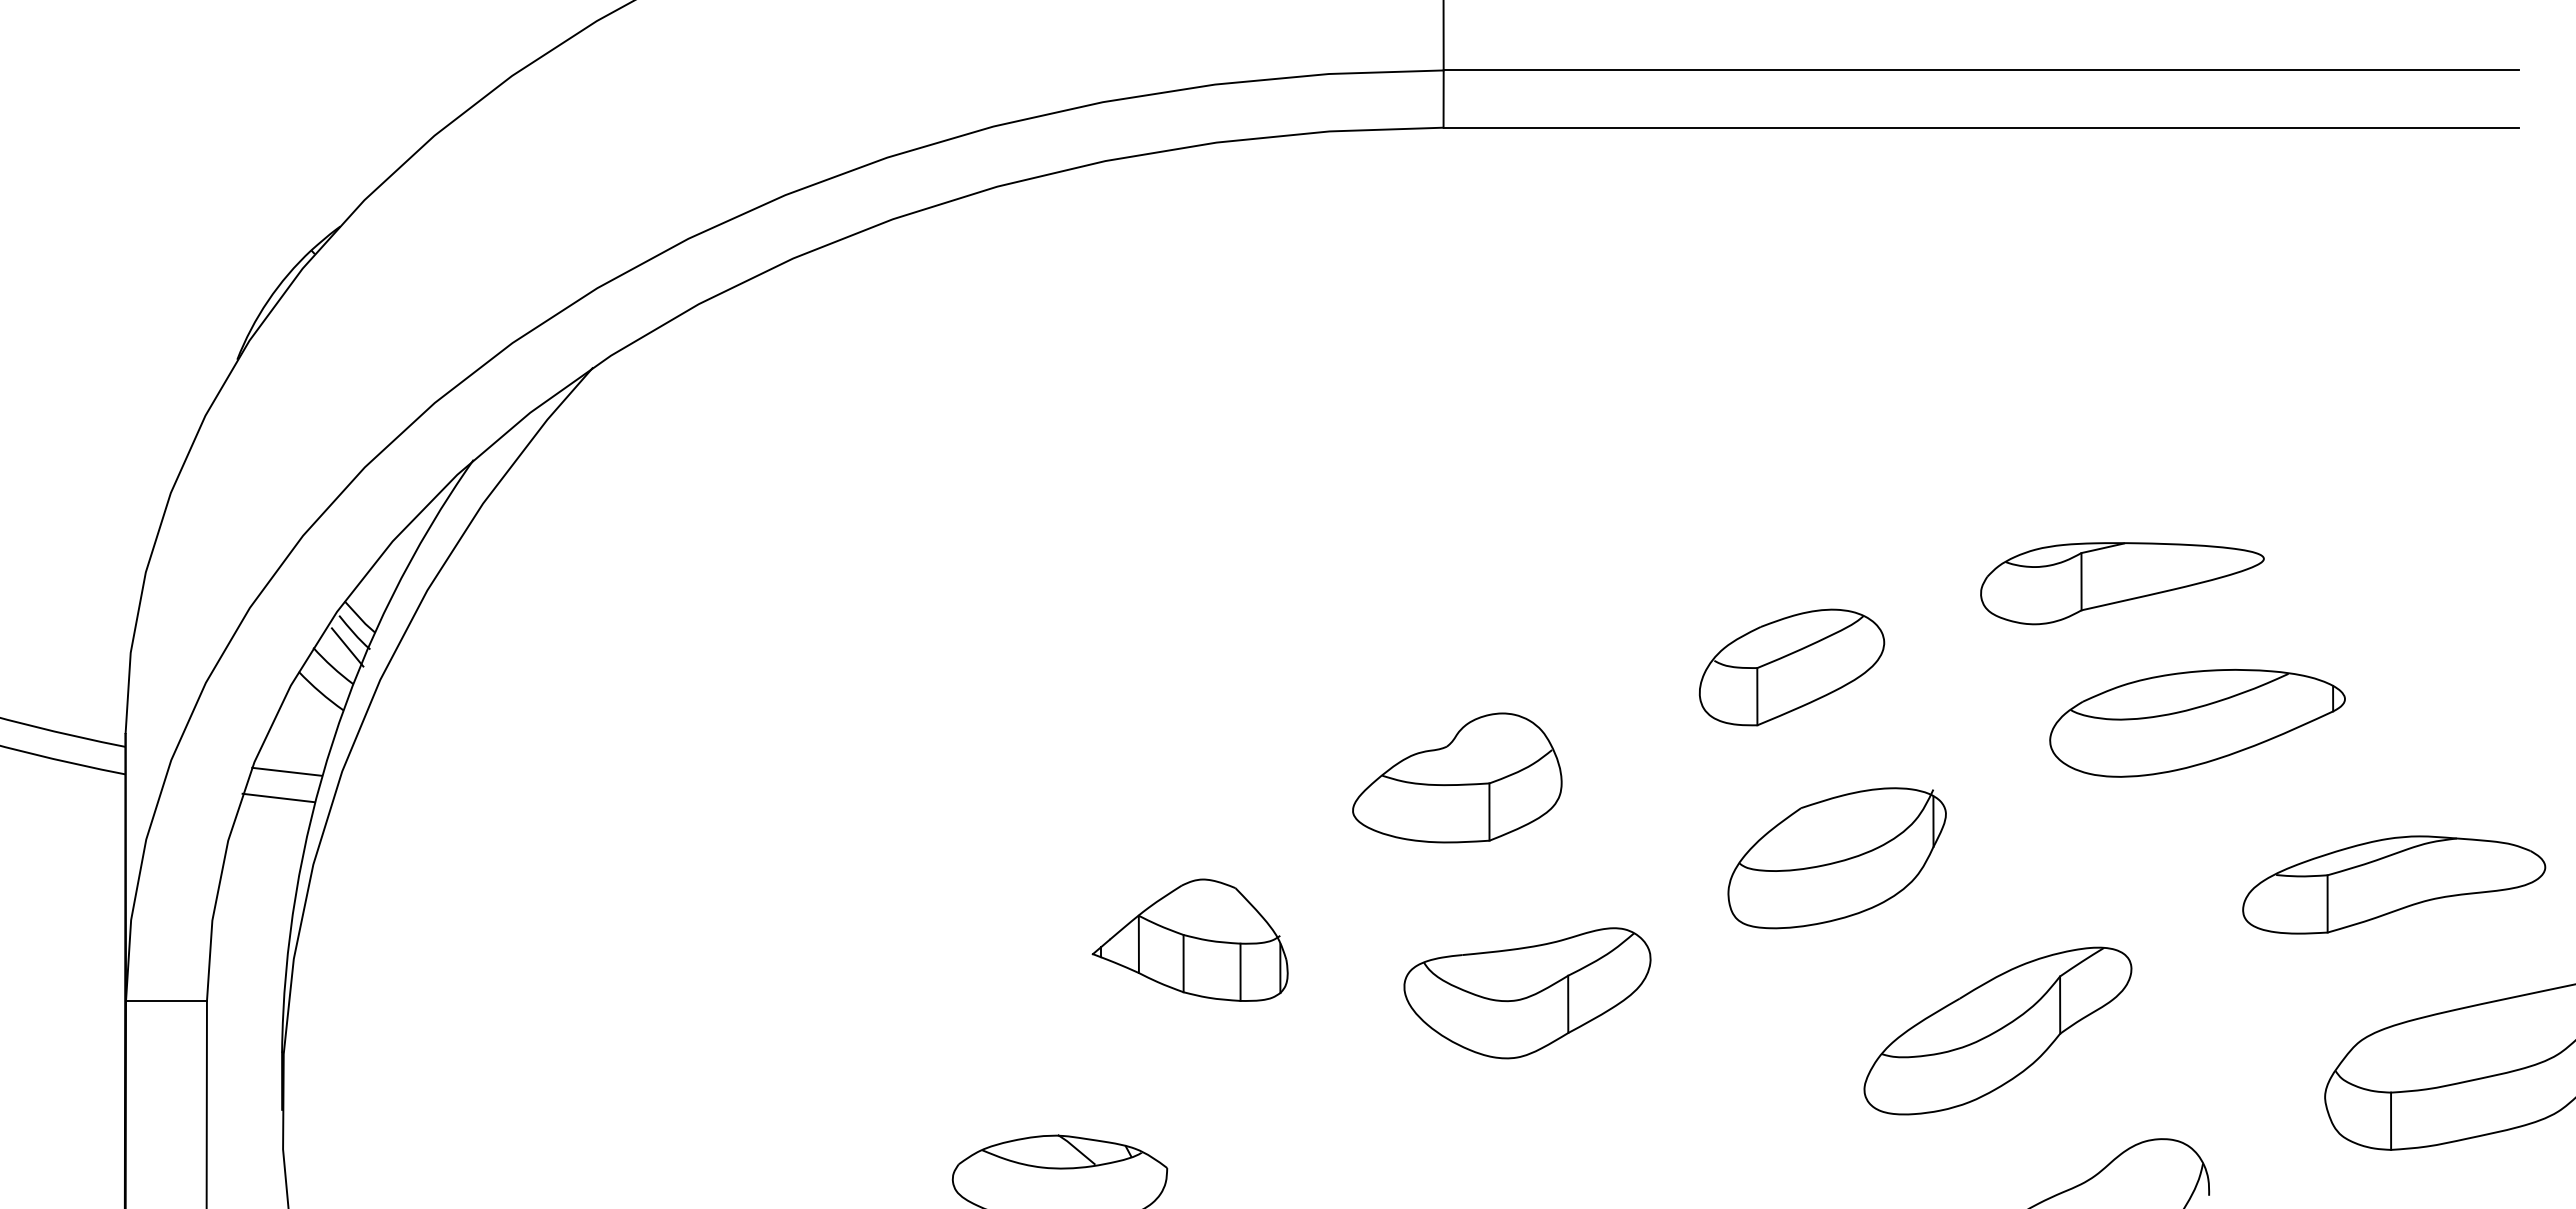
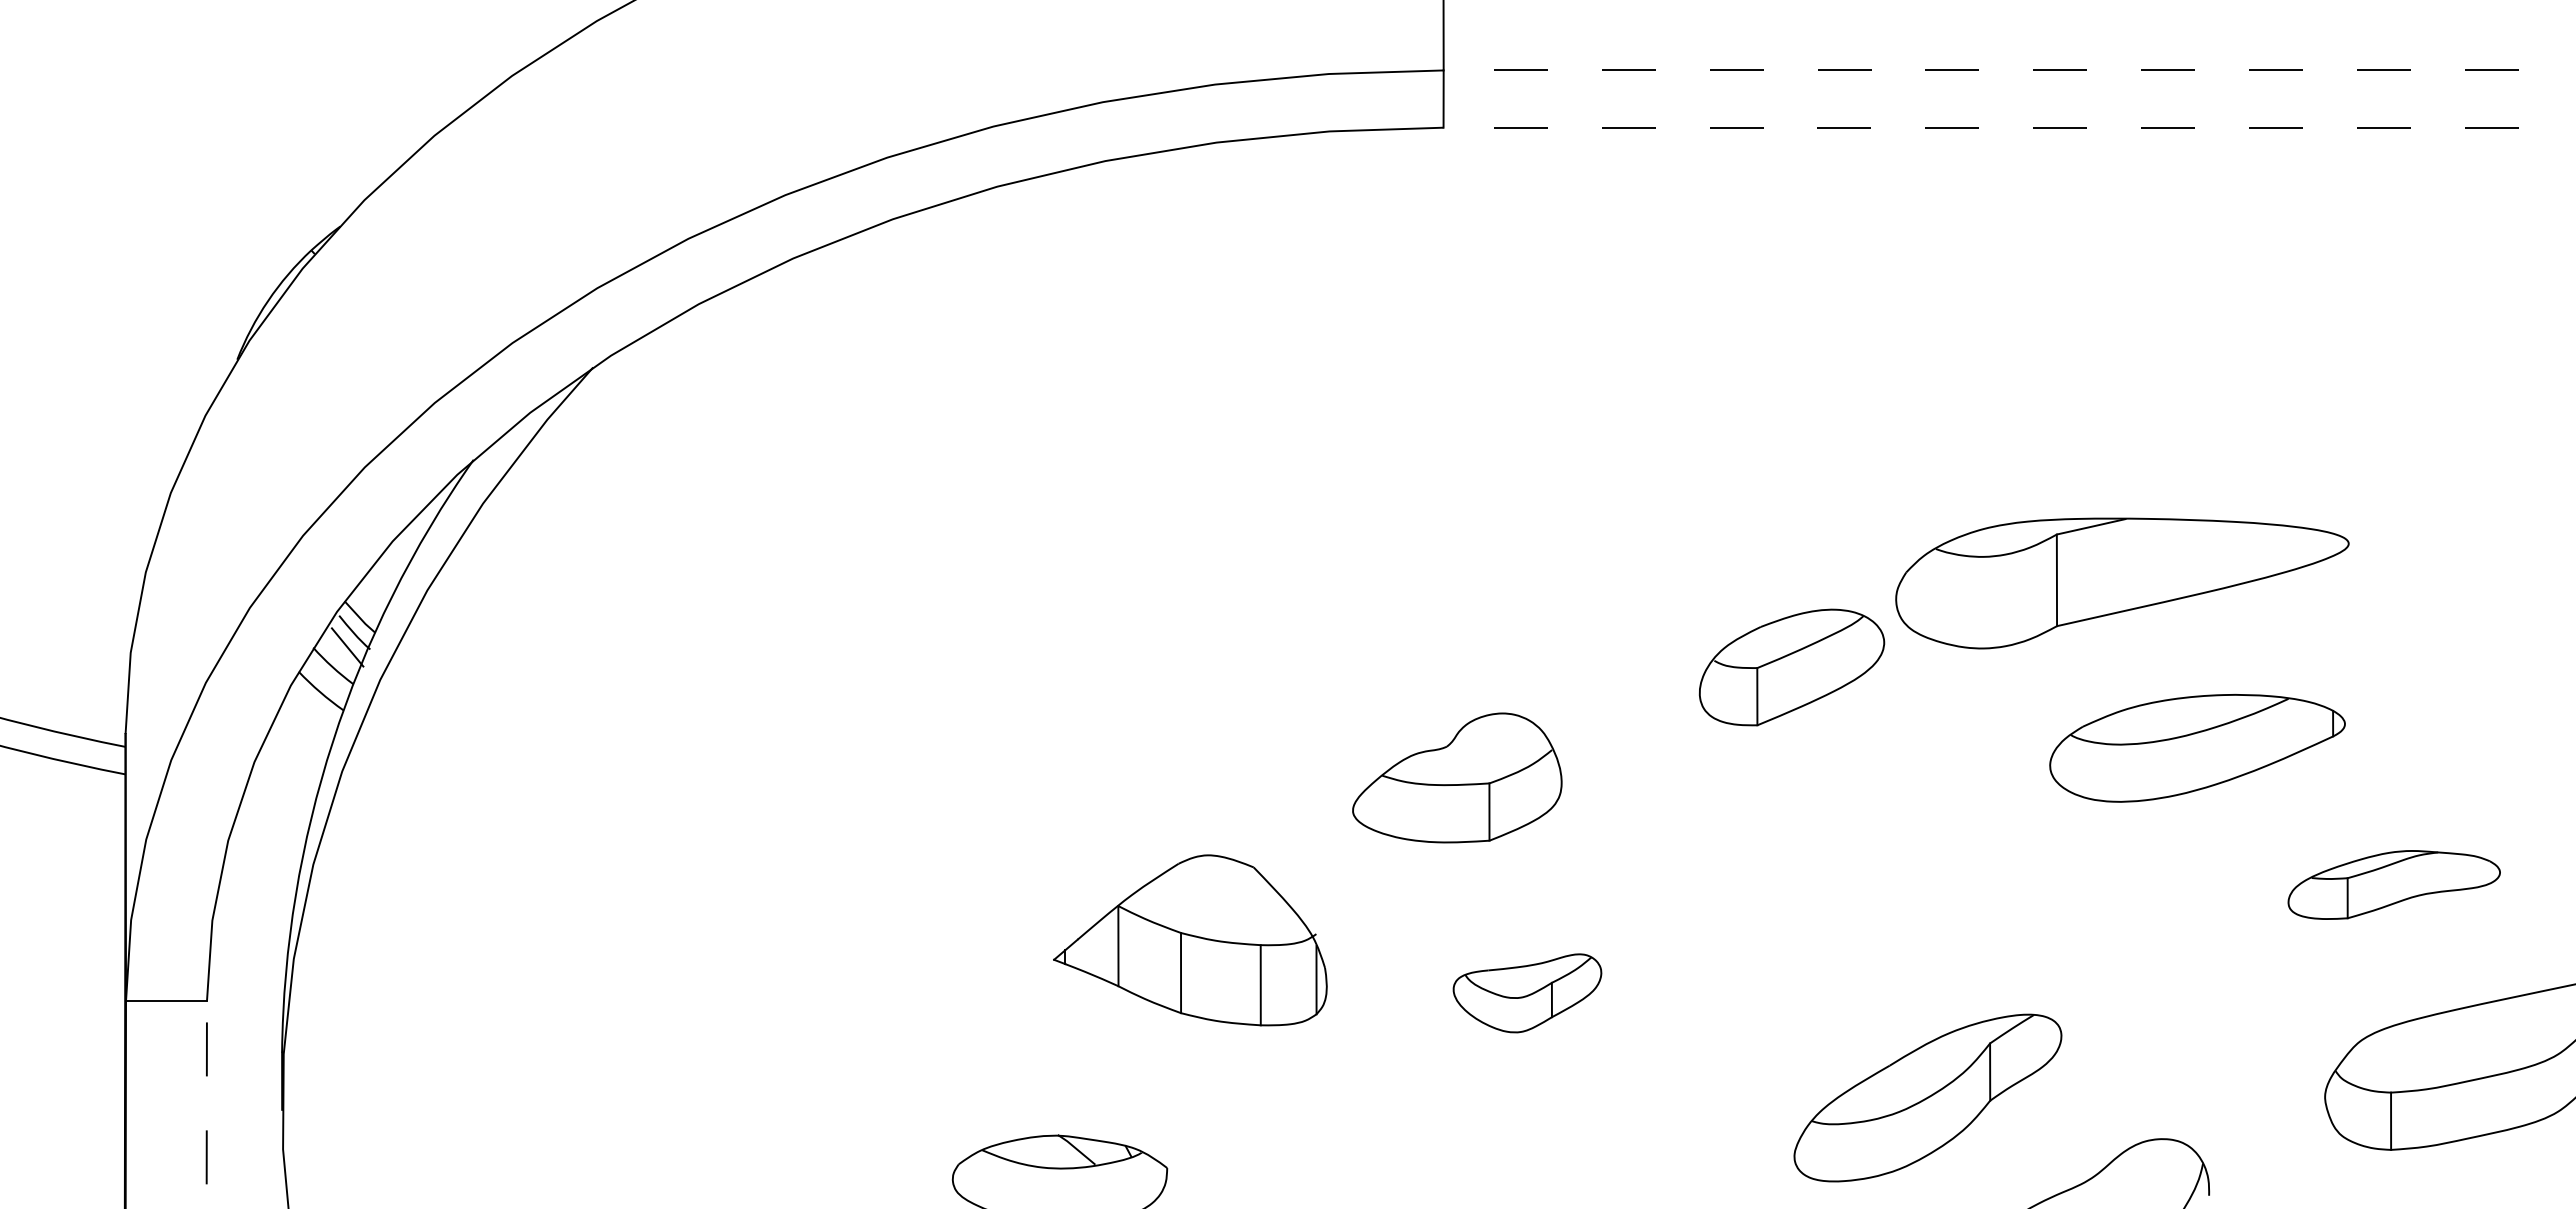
line at (1981, 70): solid -> dashed
line at (1981, 127): solid -> dashed
part at (2122, 583) size: 285x84 px -> 455x133 px
part at (2197, 723) position: (2197, 723) -> (2197, 748)
line at (287, 771): present -> none
line at (278, 797): present -> none
part at (1836, 858): present -> none
part at (2394, 884) size: 305x100 px -> 214x70 px
part at (1189, 939) size: 198x124 px -> 275x173 px
part at (1527, 993) size: 249x133 px -> 151x81 px
part at (1997, 1030) position: (1997, 1030) -> (1927, 1097)
line at (206, 1104): solid -> dashed
